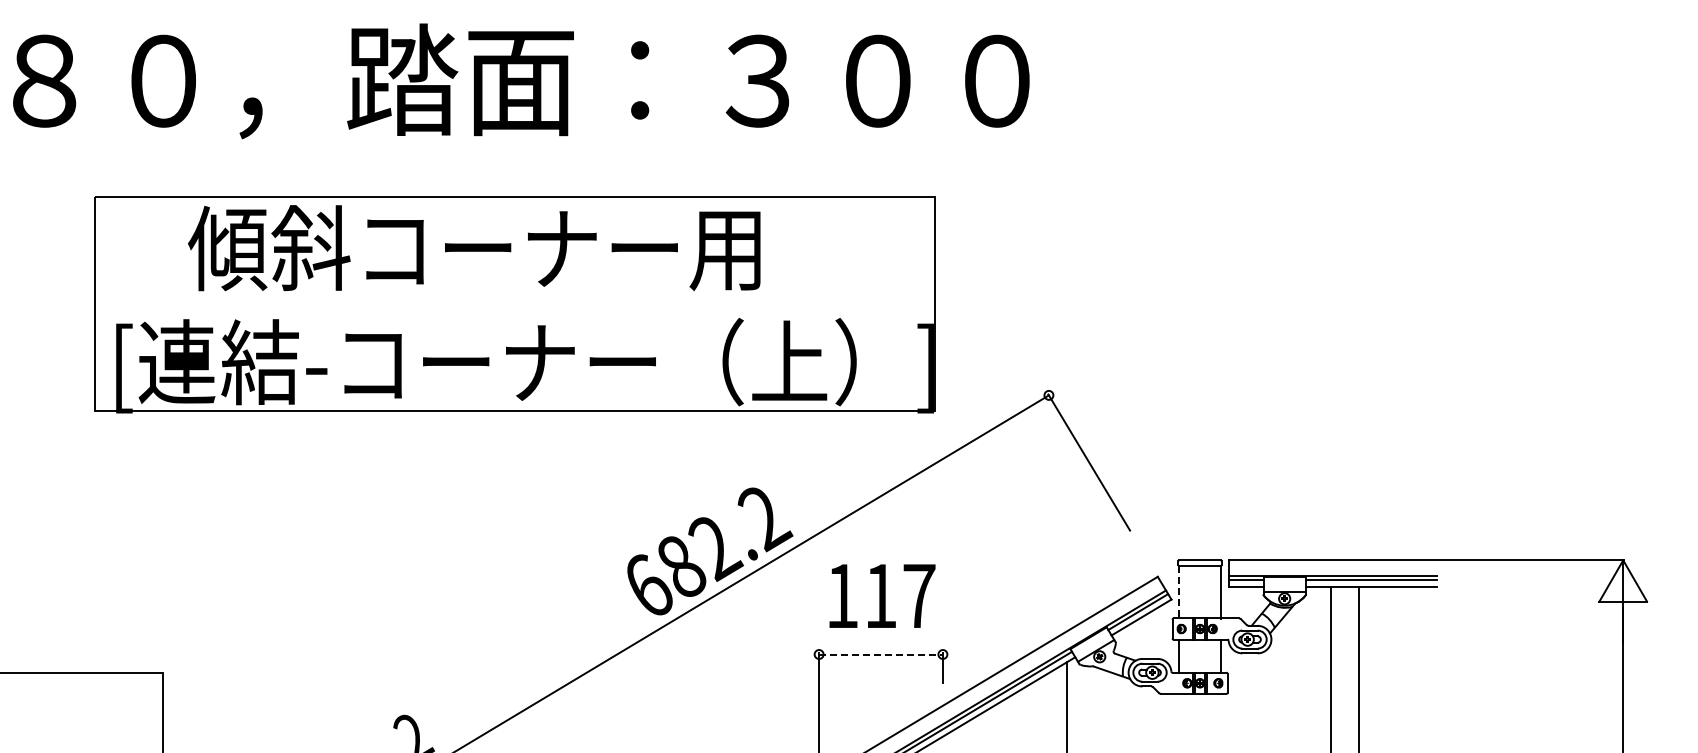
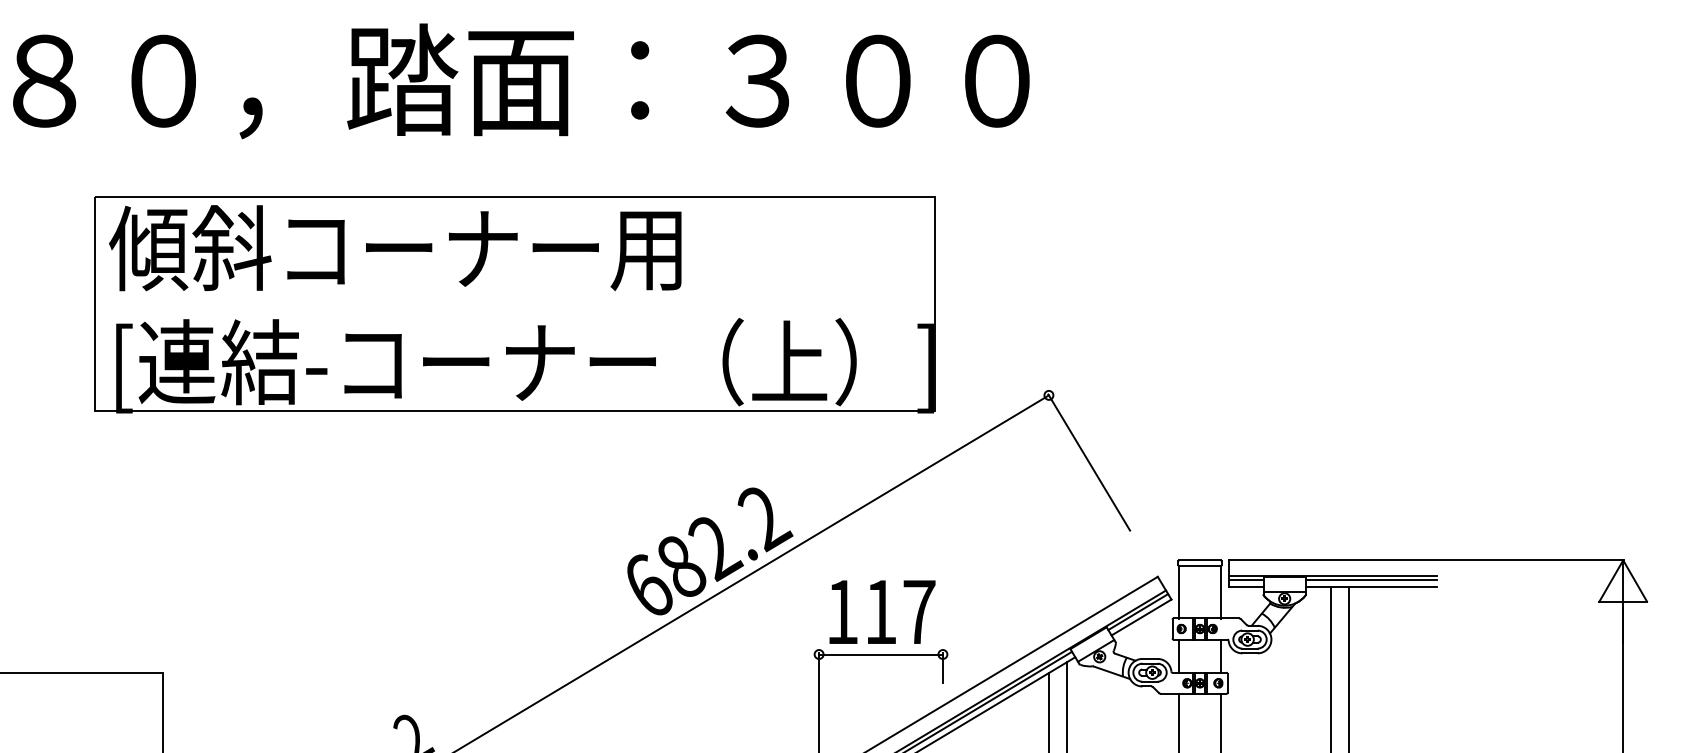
text at (474, 248) position: (474, 248) -> (395, 248)
line at (1178, 592): dashed -> solid
text at (882, 595) position: (882, 595) -> (882, 611)
line at (881, 654): dashed -> solid
line at (1358, 667) position: (1358, 667) -> (1348, 667)
line at (1048, 711): none -> present
line at (1178, 721): none -> present
line at (1221, 721): none -> present
